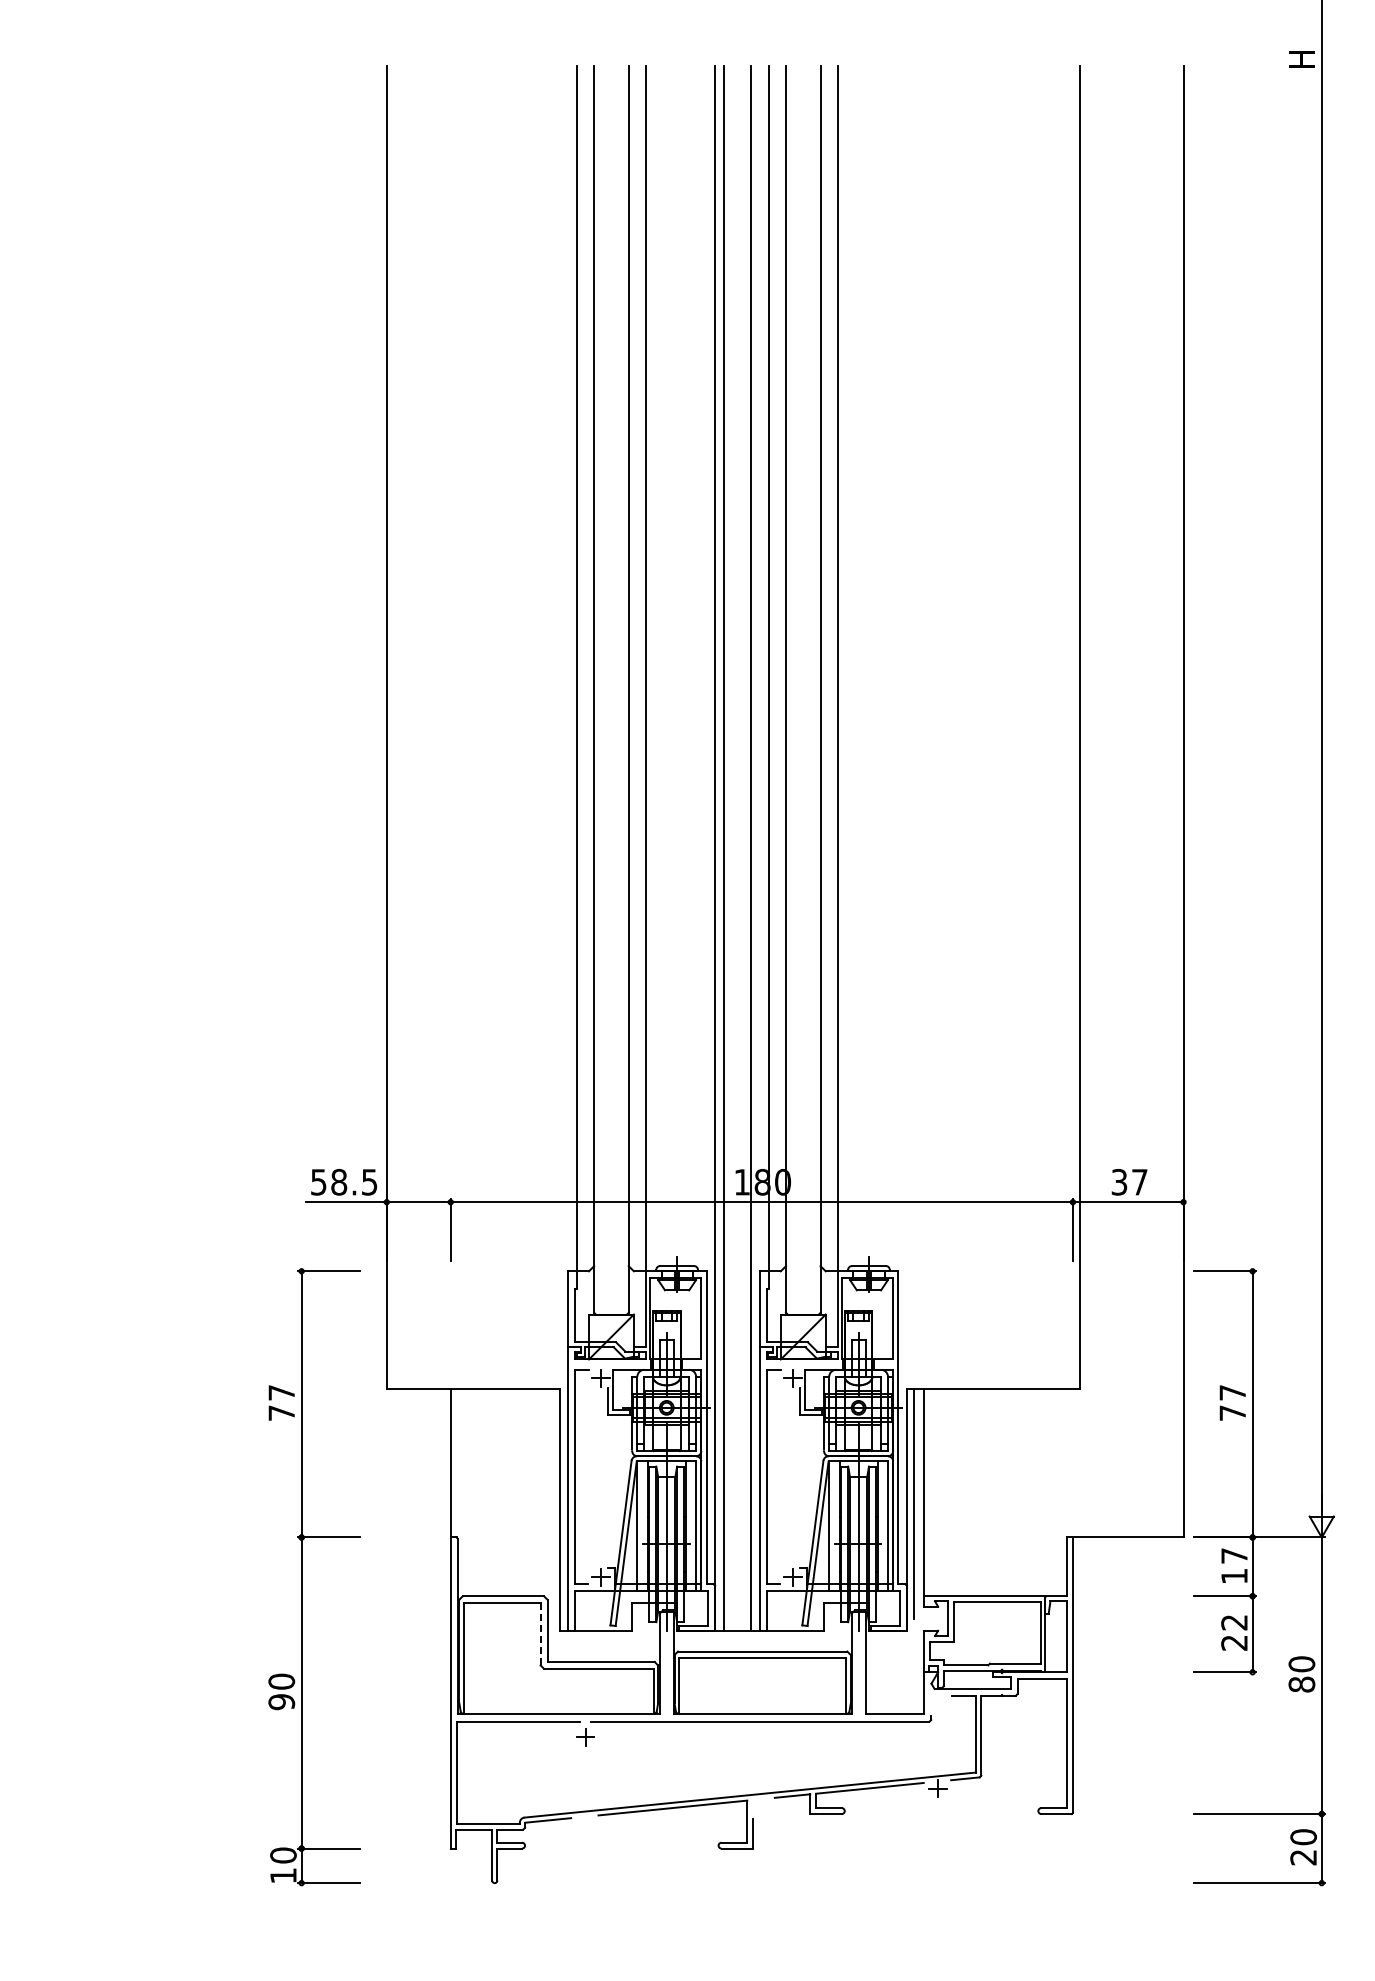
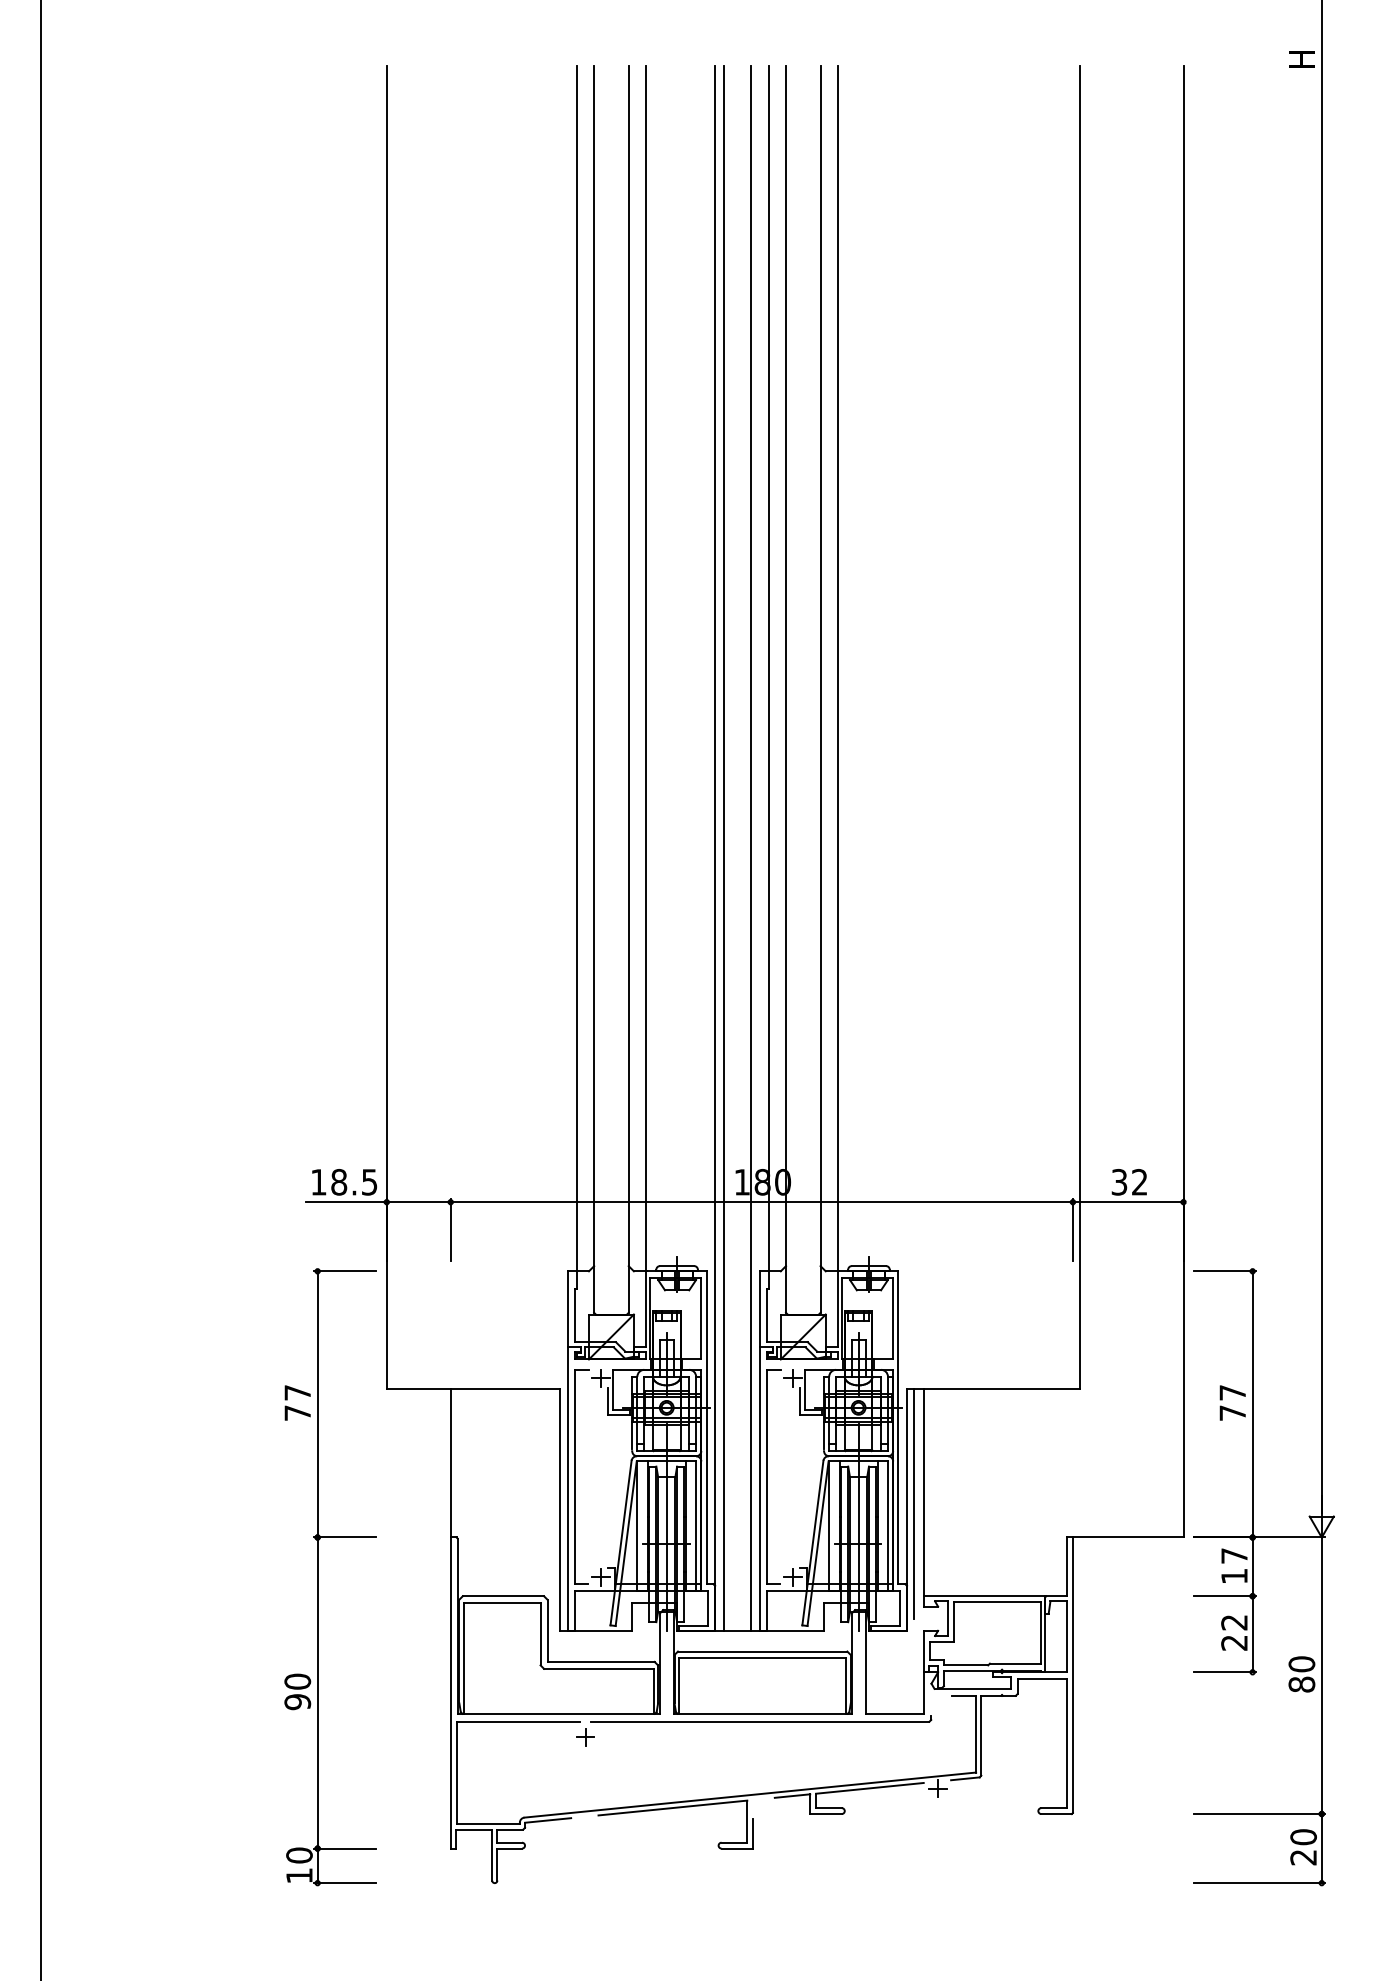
line at (41, 989): none -> present
text at (318, 1182): 58.5 -> 18.5
text at (1139, 1182): 37 -> 32
part at (302, 1577) position: (302, 1577) -> (318, 1577)
line at (540, 1633): dashed -> solid
